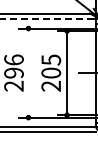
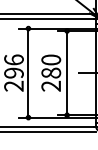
line at (47, 18): dashed -> solid
text at (51, 66): 205 -> 280
line at (28, 73): none -> present
